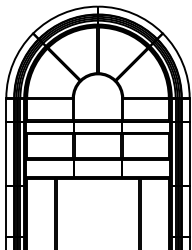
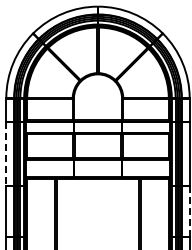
line at (6, 153): solid -> dashed
line at (189, 211): solid -> dashed
